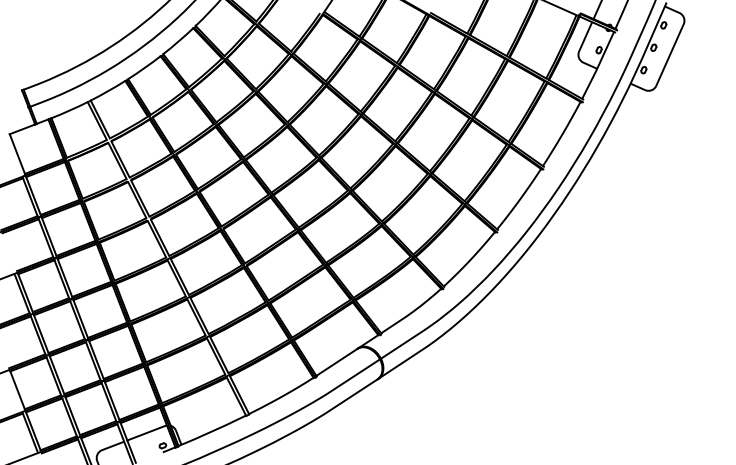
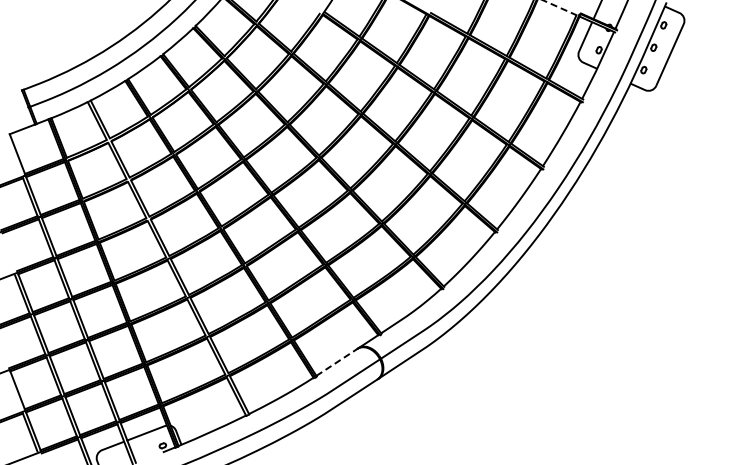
line at (560, 7): solid -> dashed
line at (336, 362): solid -> dashed
